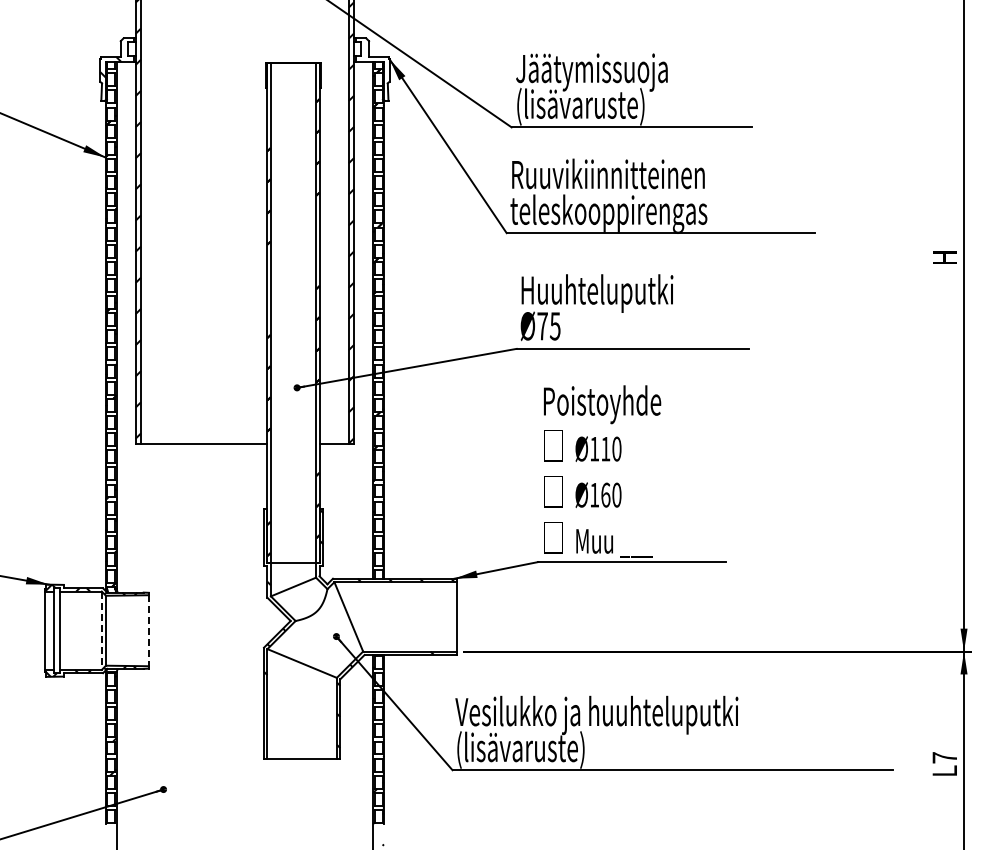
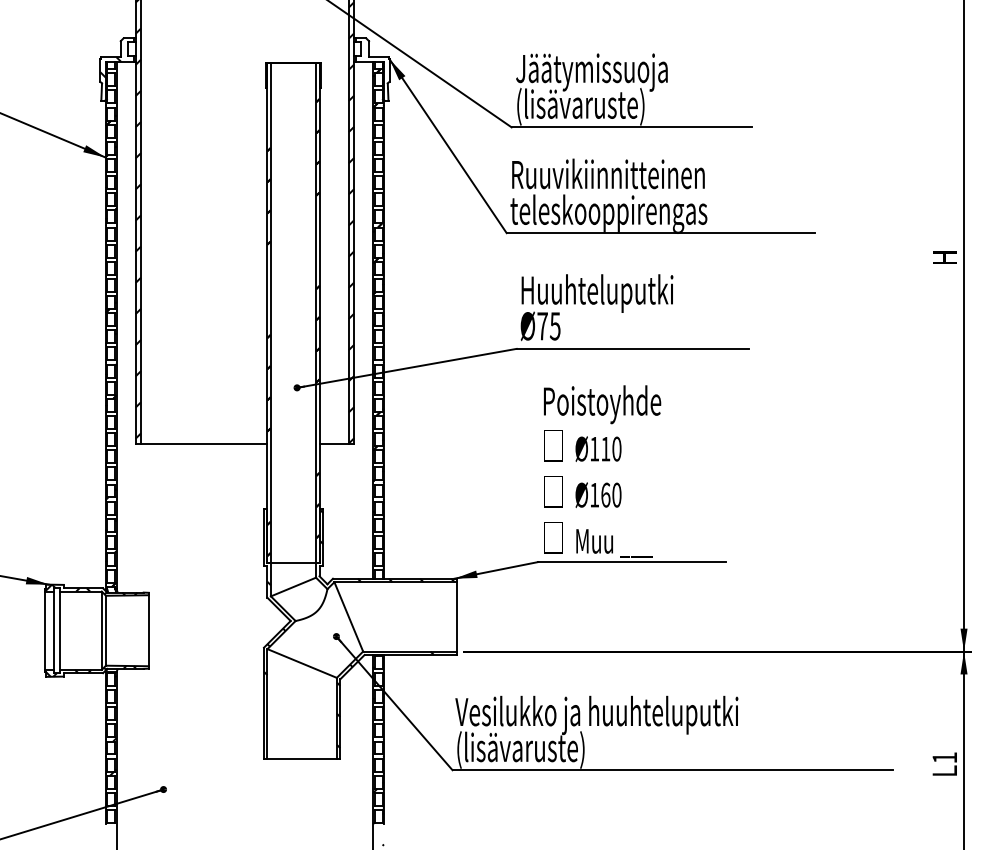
line at (101, 631): dashed -> solid
line at (148, 631): dashed -> solid
text at (944, 757): L7 -> L1
